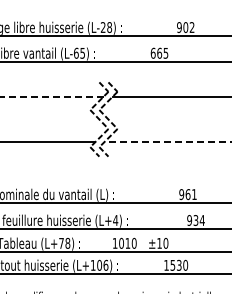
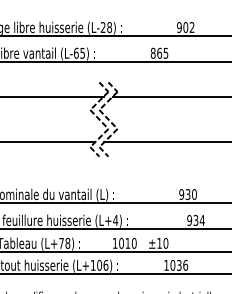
text at (152, 52): 665 -> 865
line at (51, 96): dashed -> solid
line at (168, 142): dashed -> solid
text at (190, 194): 961 -> 930
text at (179, 264): 1530 -> 1036
